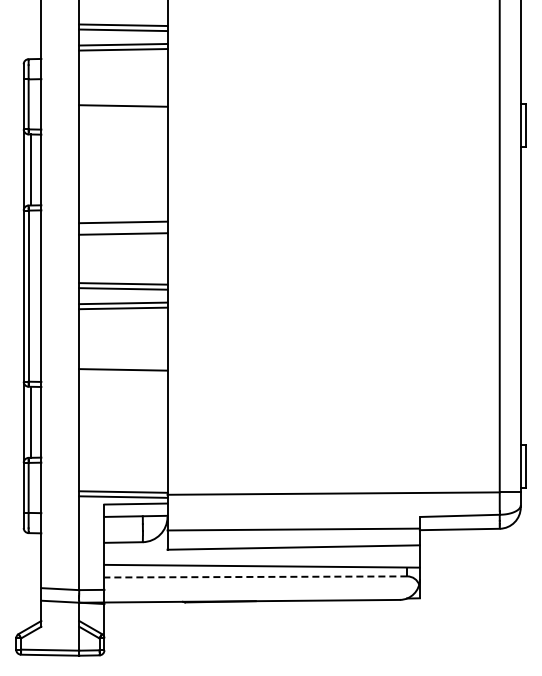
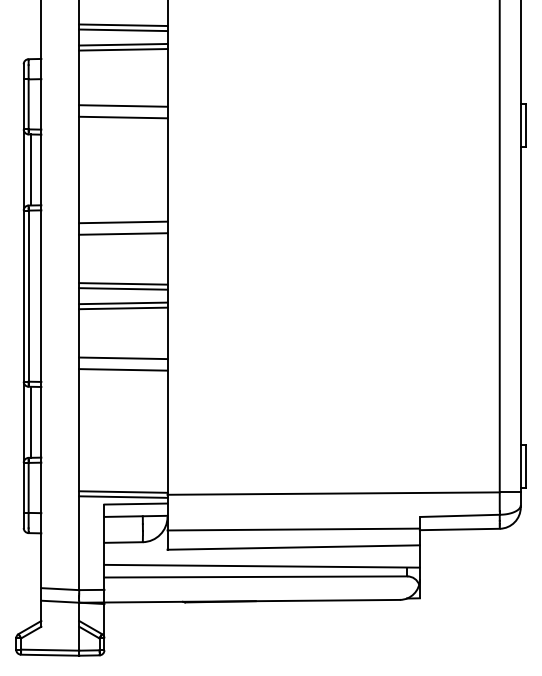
line at (123, 117): none -> present
line at (123, 358): none -> present
line at (255, 576): dashed -> solid
